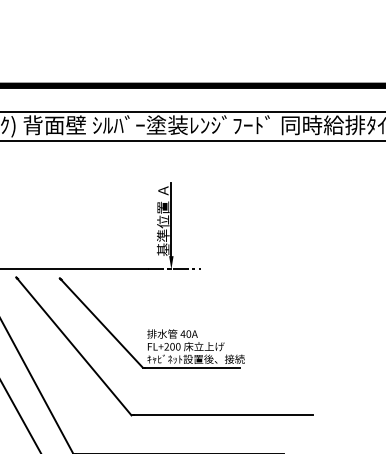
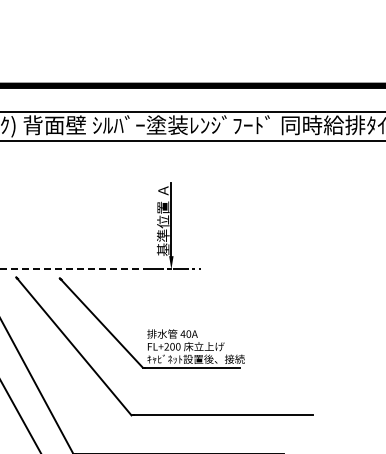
line at (74, 269): solid -> dashed
